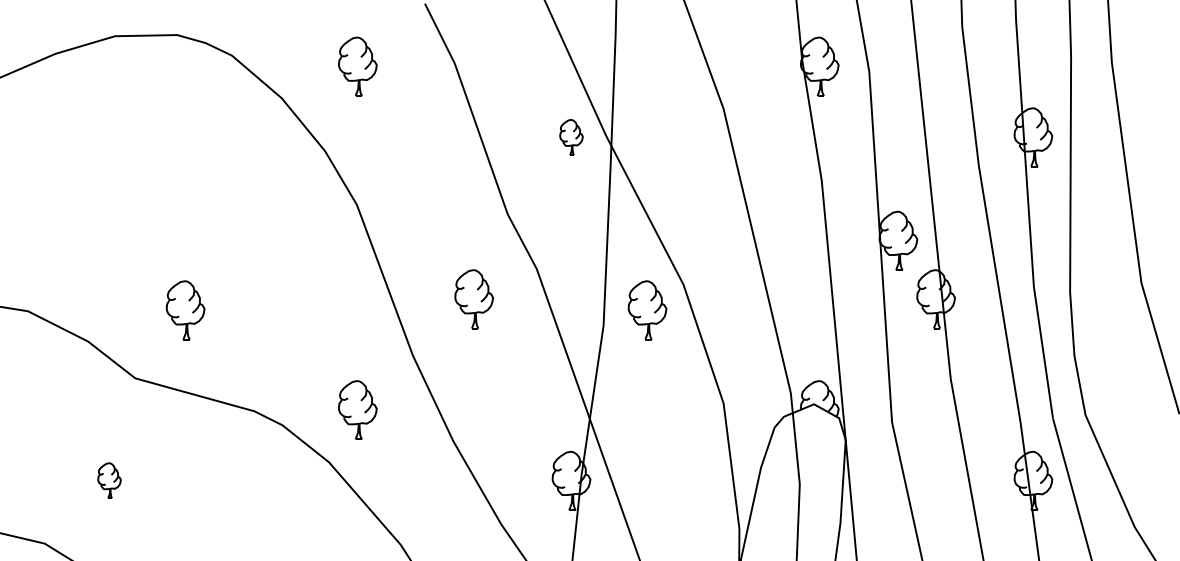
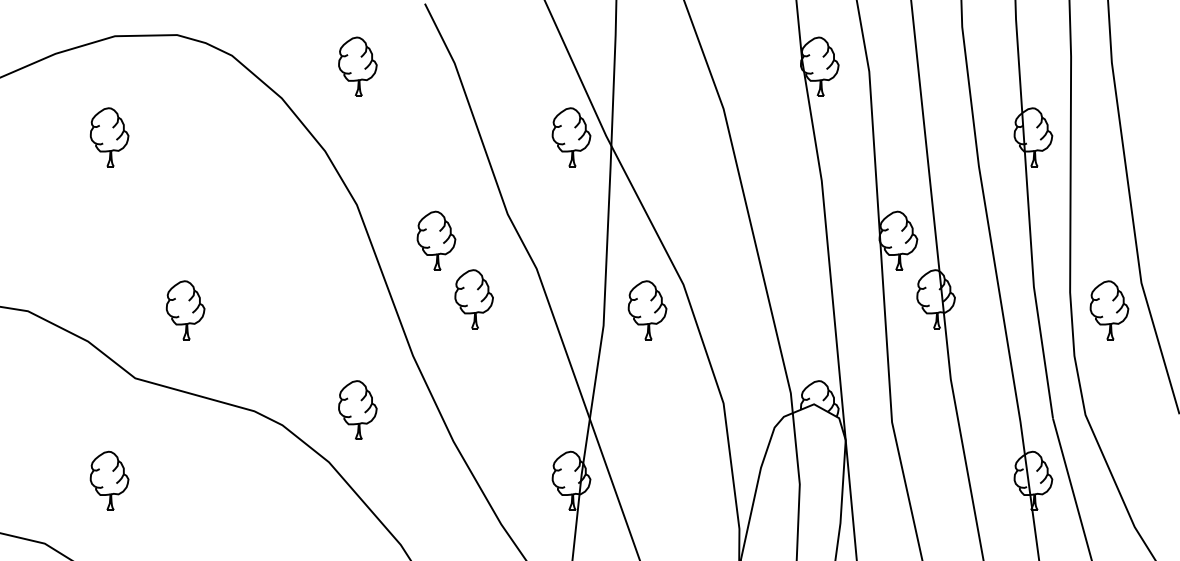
part at (109, 137): none -> present
part at (571, 137) size: 25x37 px -> 41x61 px
part at (436, 240): none -> present
part at (1109, 310): none -> present
part at (109, 480) size: 25x37 px -> 41x61 px
